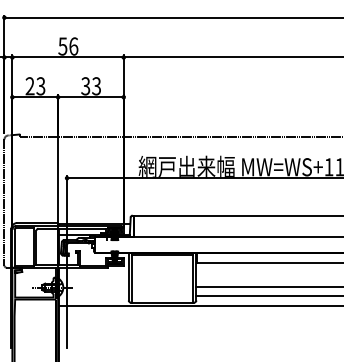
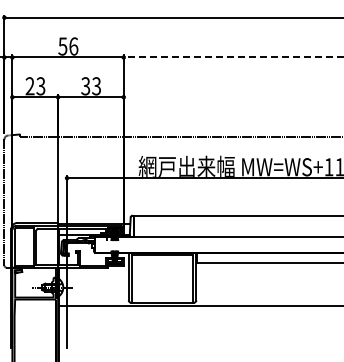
line at (233, 57): solid -> dashed
line at (268, 286): present -> none
line at (268, 295): present -> none
